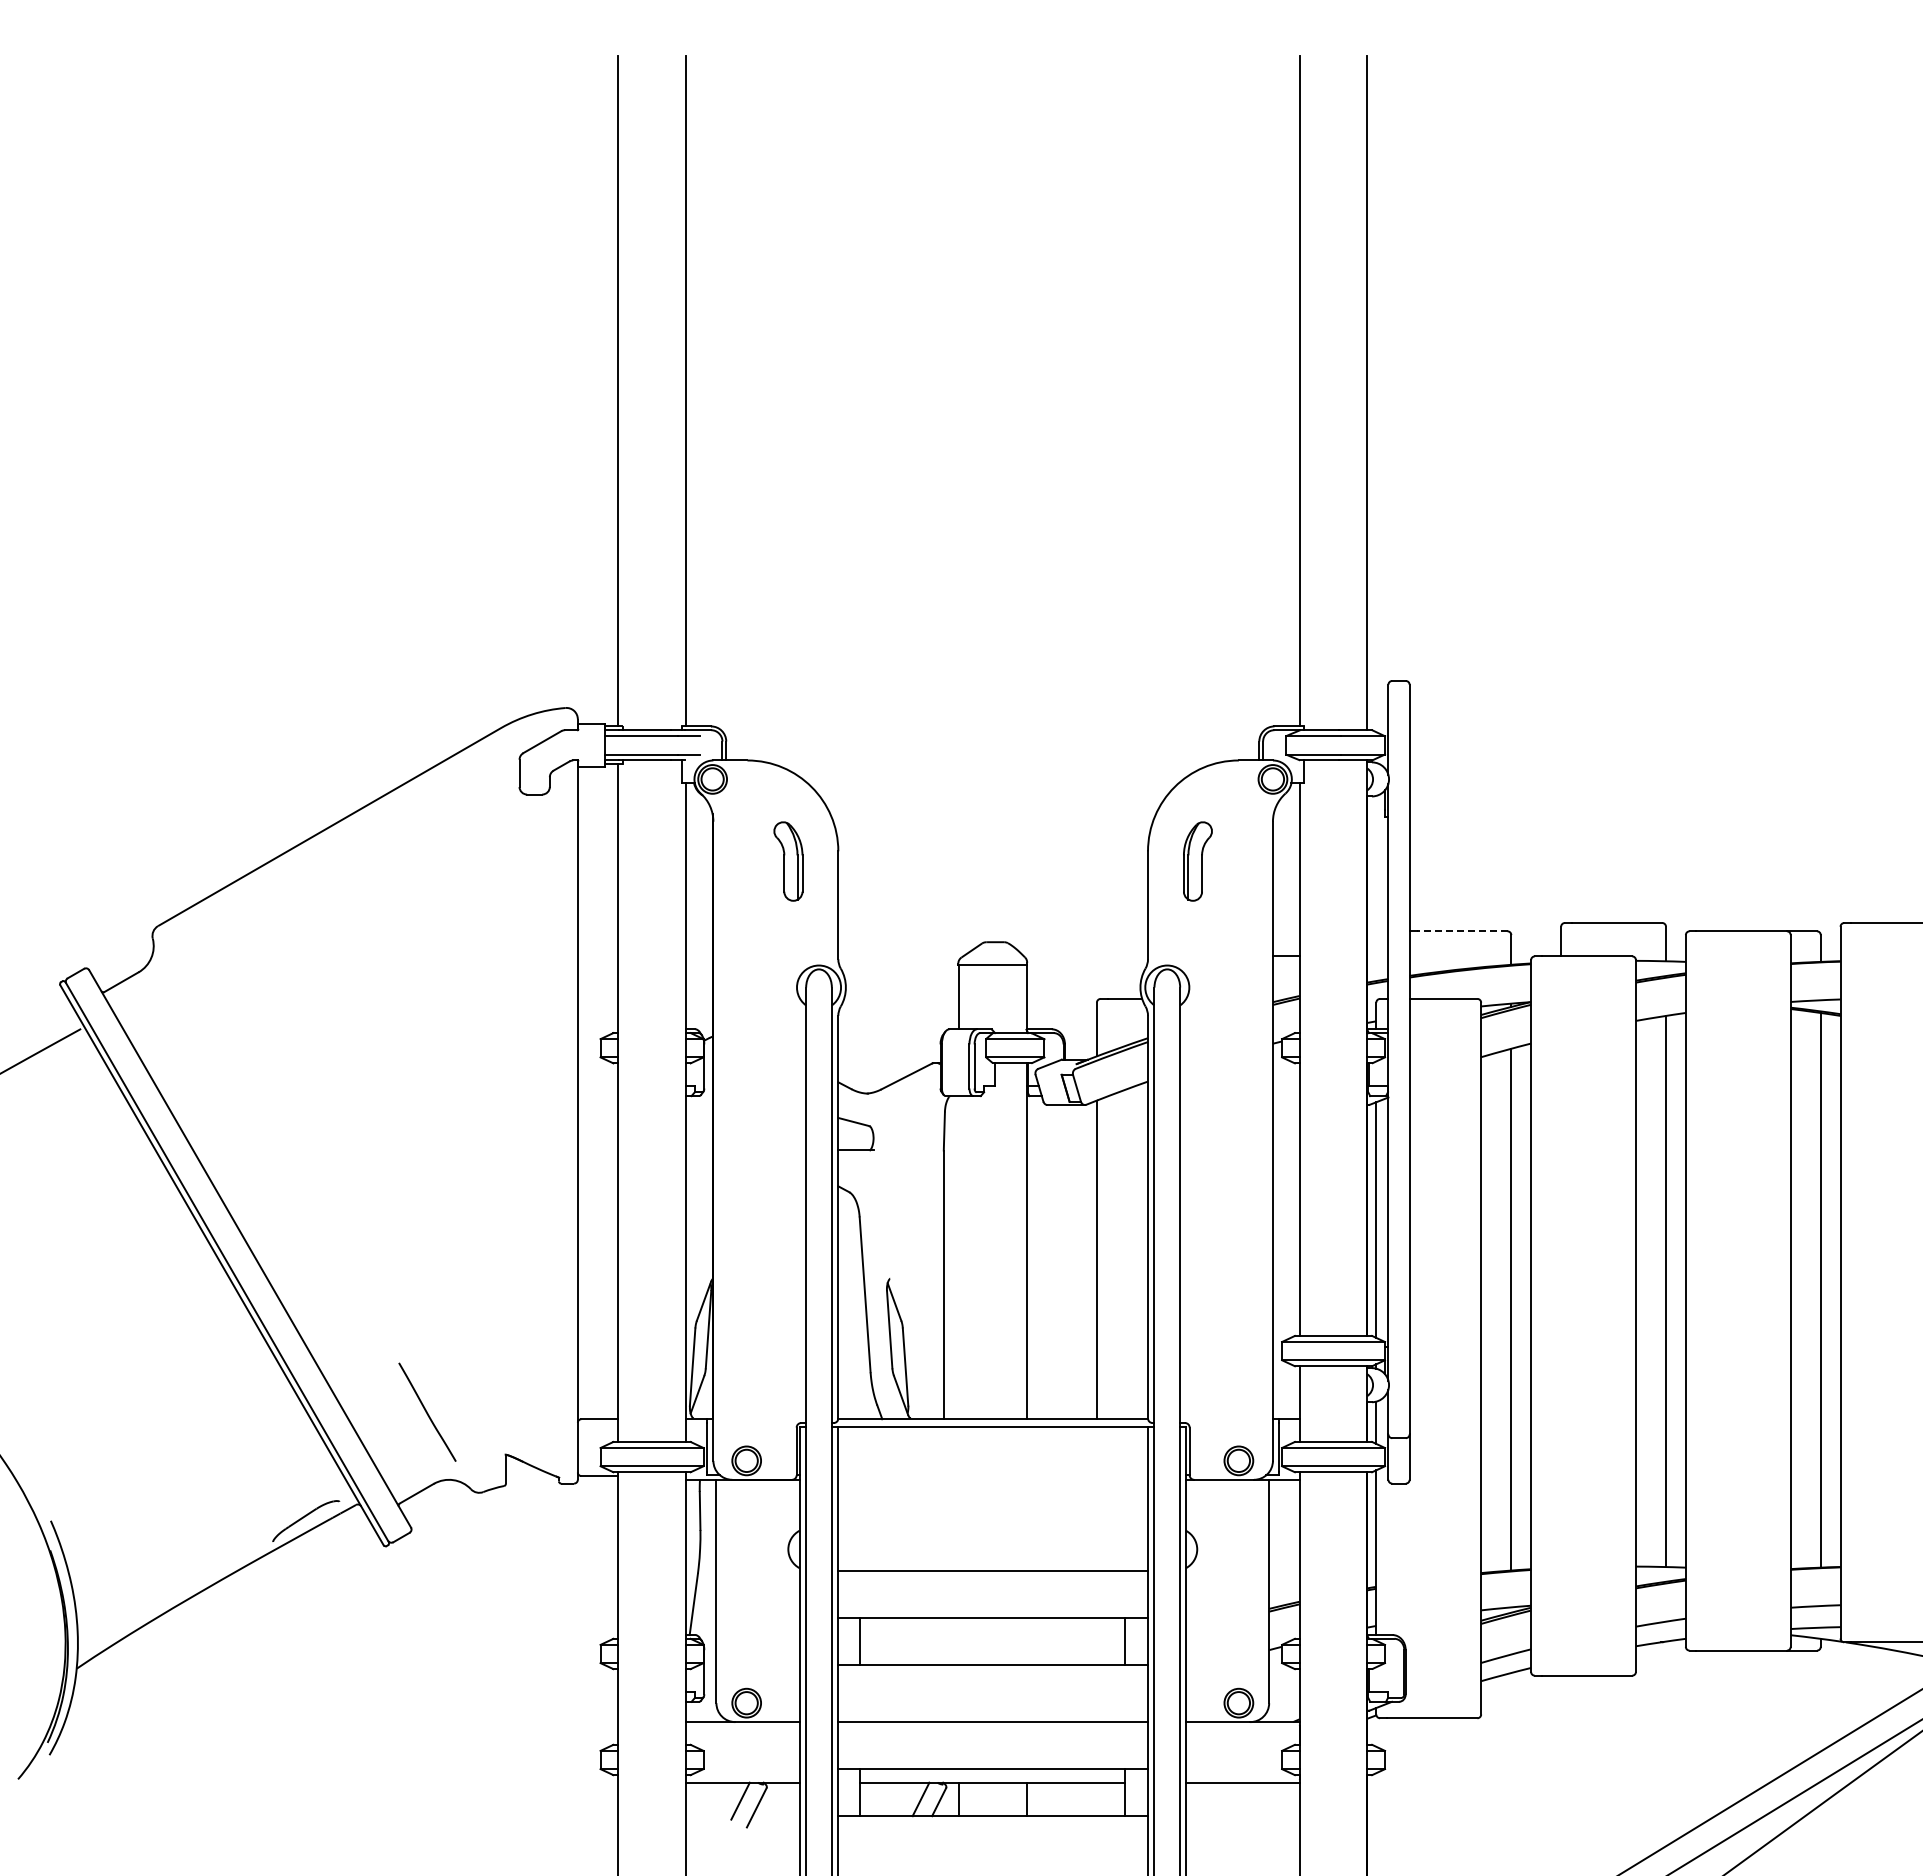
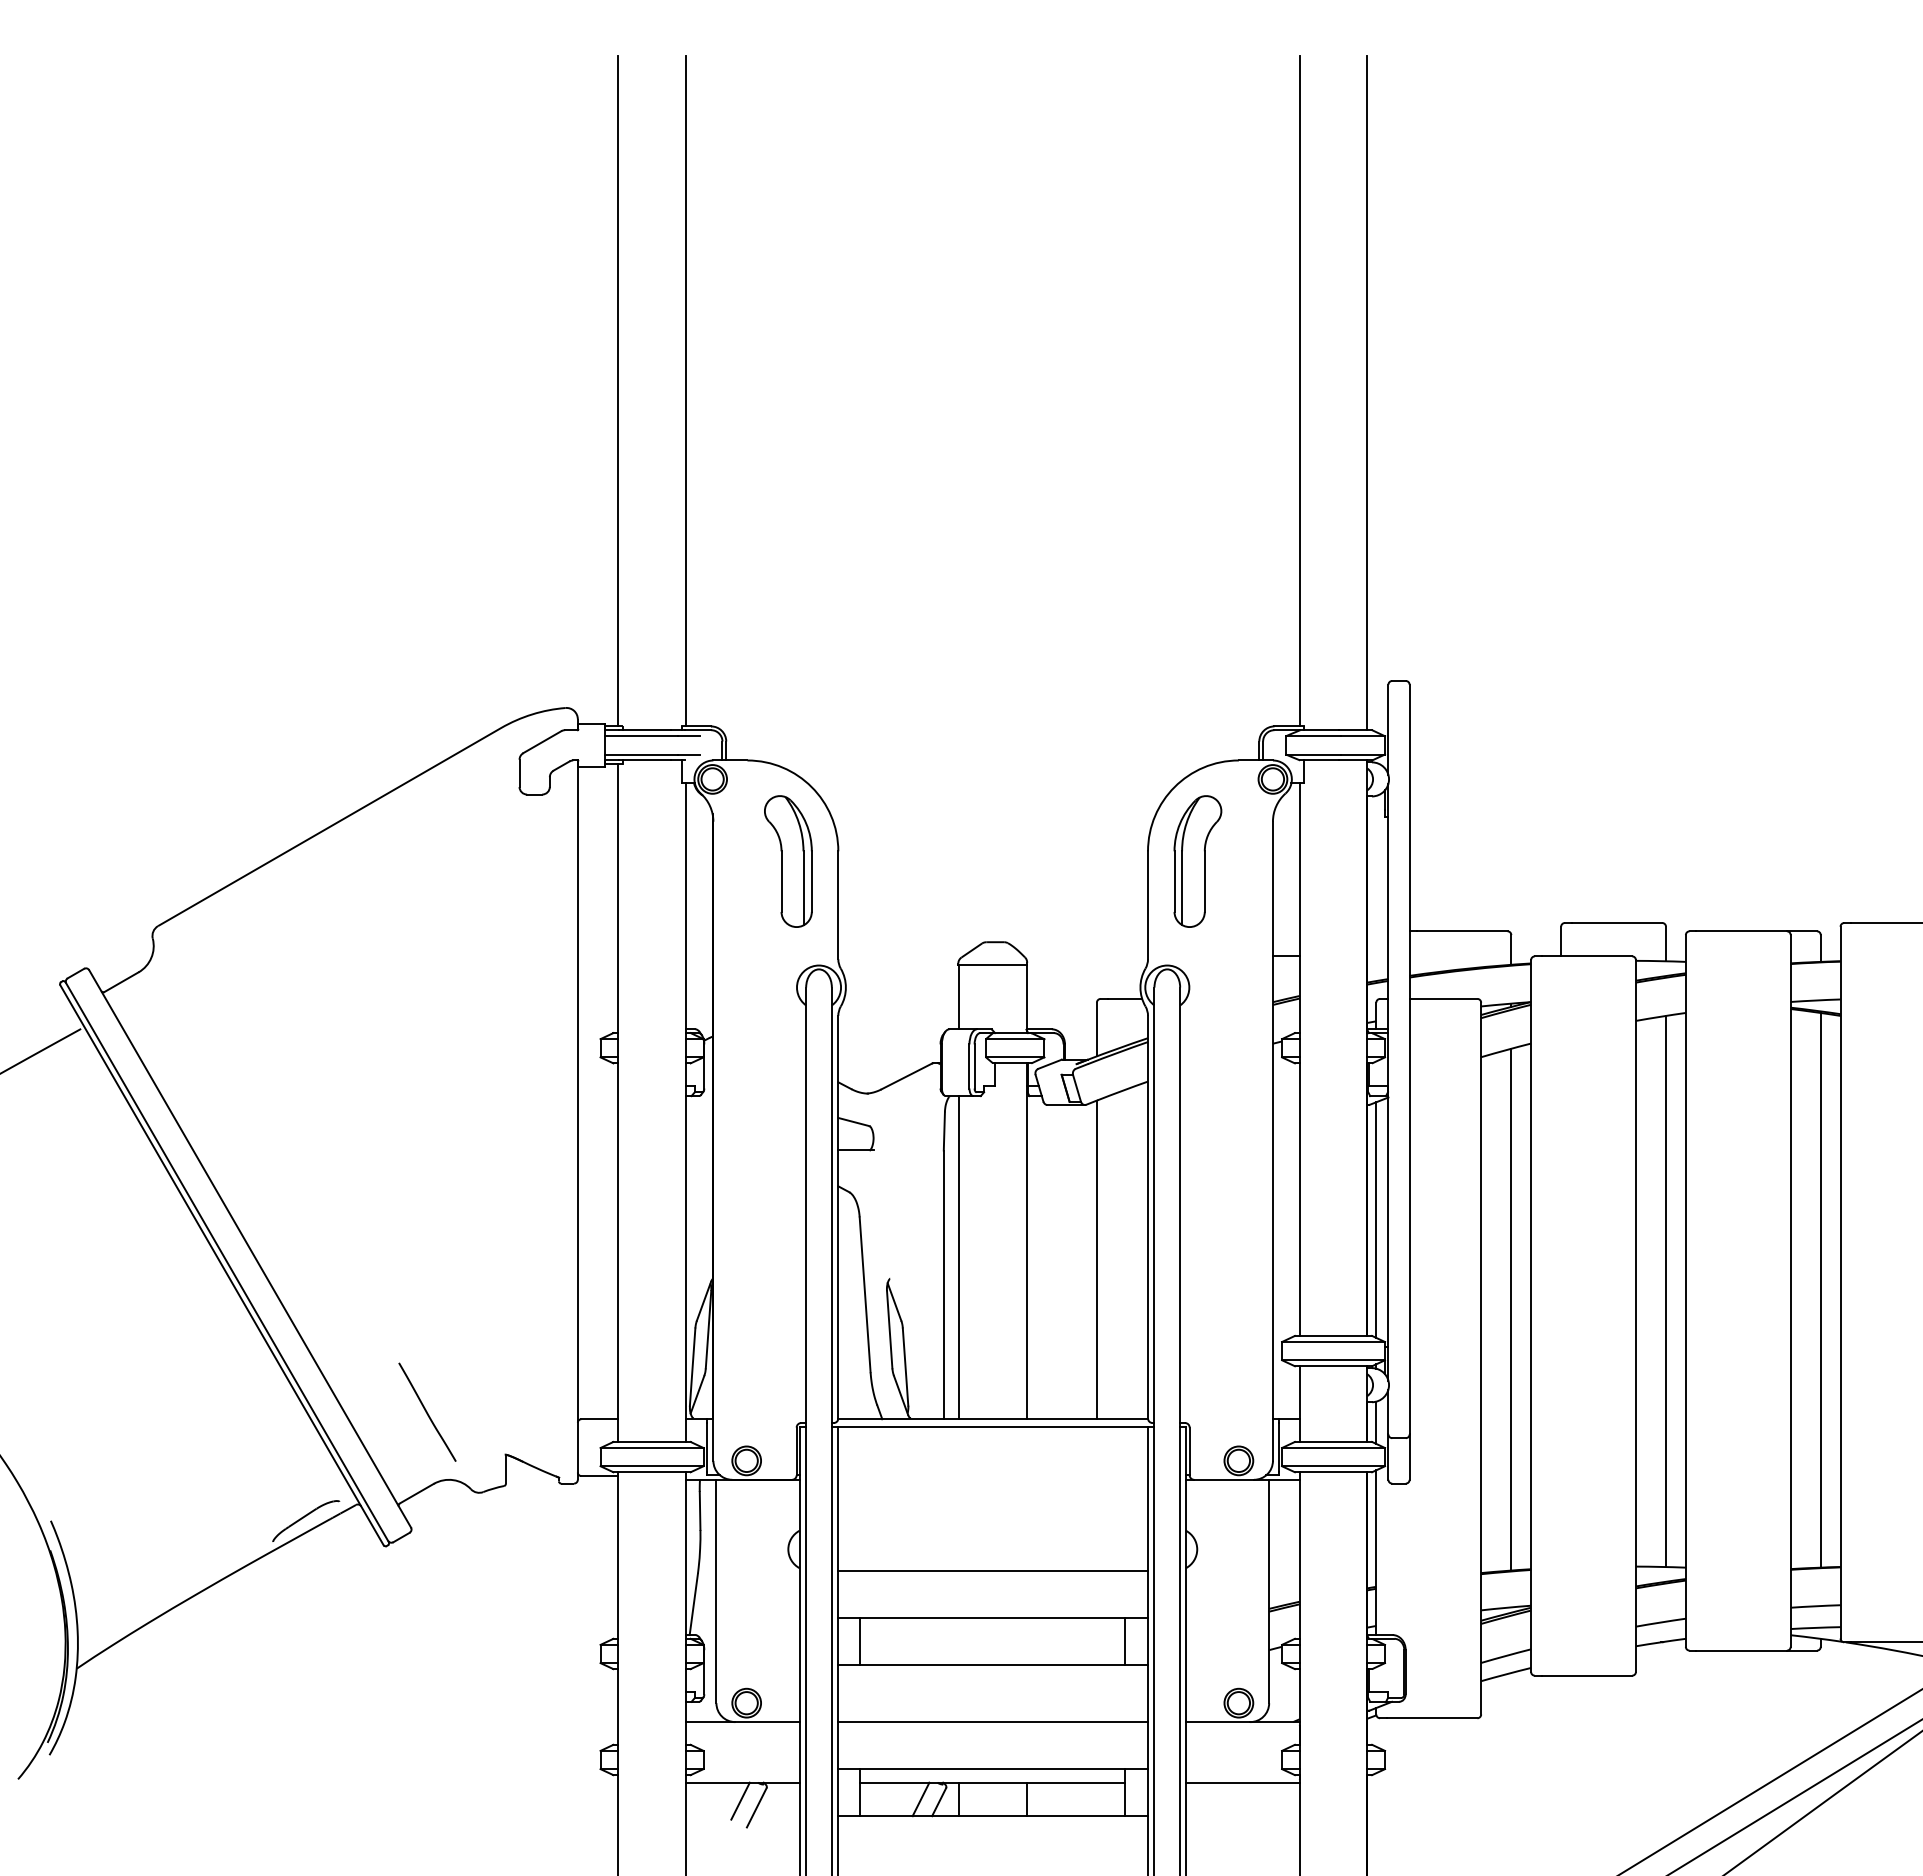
part at (788, 861) size: 31x81 px -> 49x133 px
part at (1197, 861) size: 30x81 px -> 50x133 px
line at (1461, 931): dashed -> solid
line at (959, 1257): none -> present
